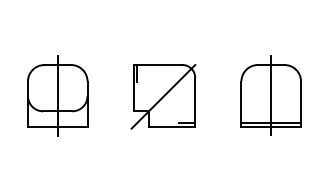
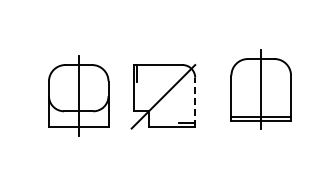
part at (57, 95) position: (57, 95) -> (78, 95)
part at (270, 95) position: (270, 95) -> (260, 89)
line at (195, 101): solid -> dashed
